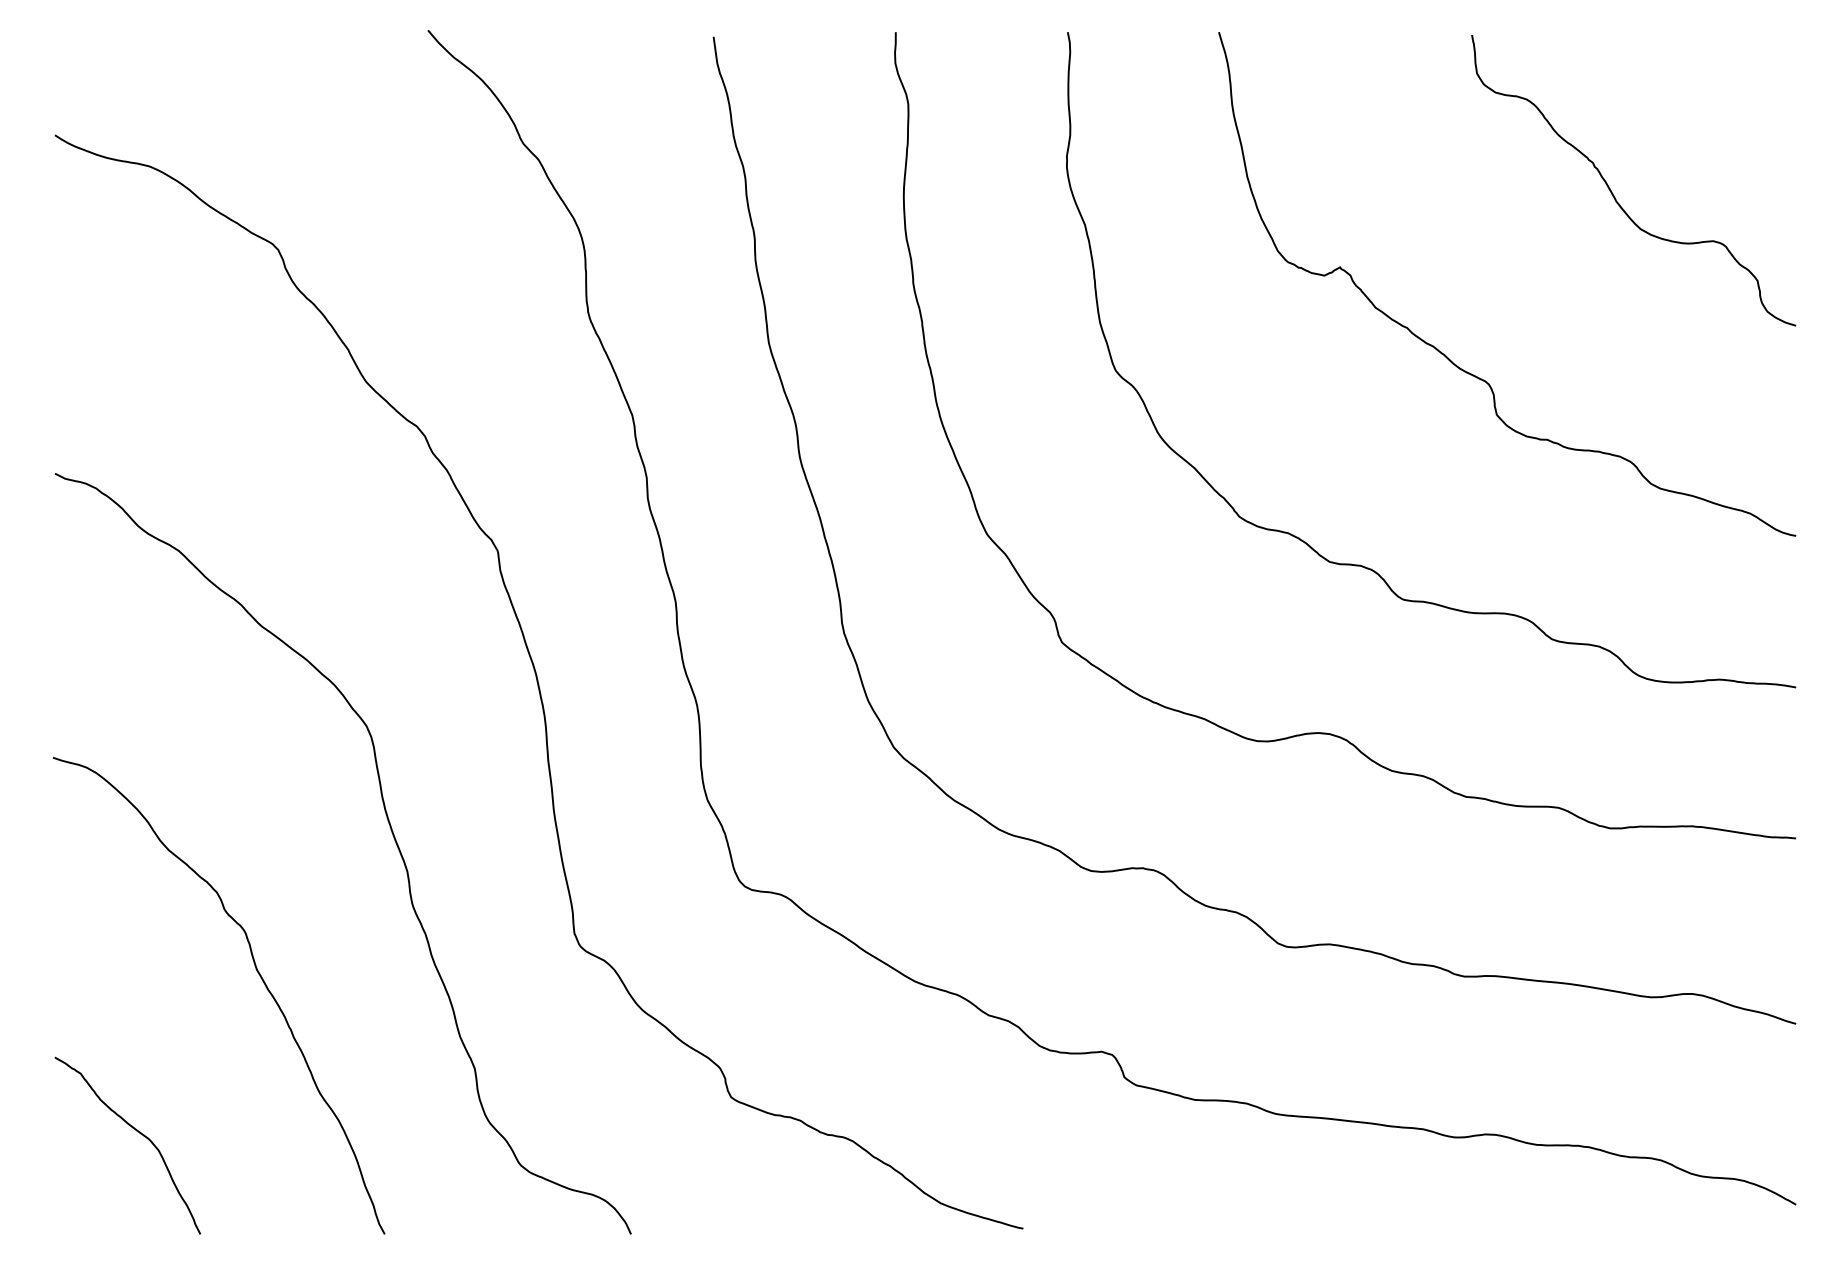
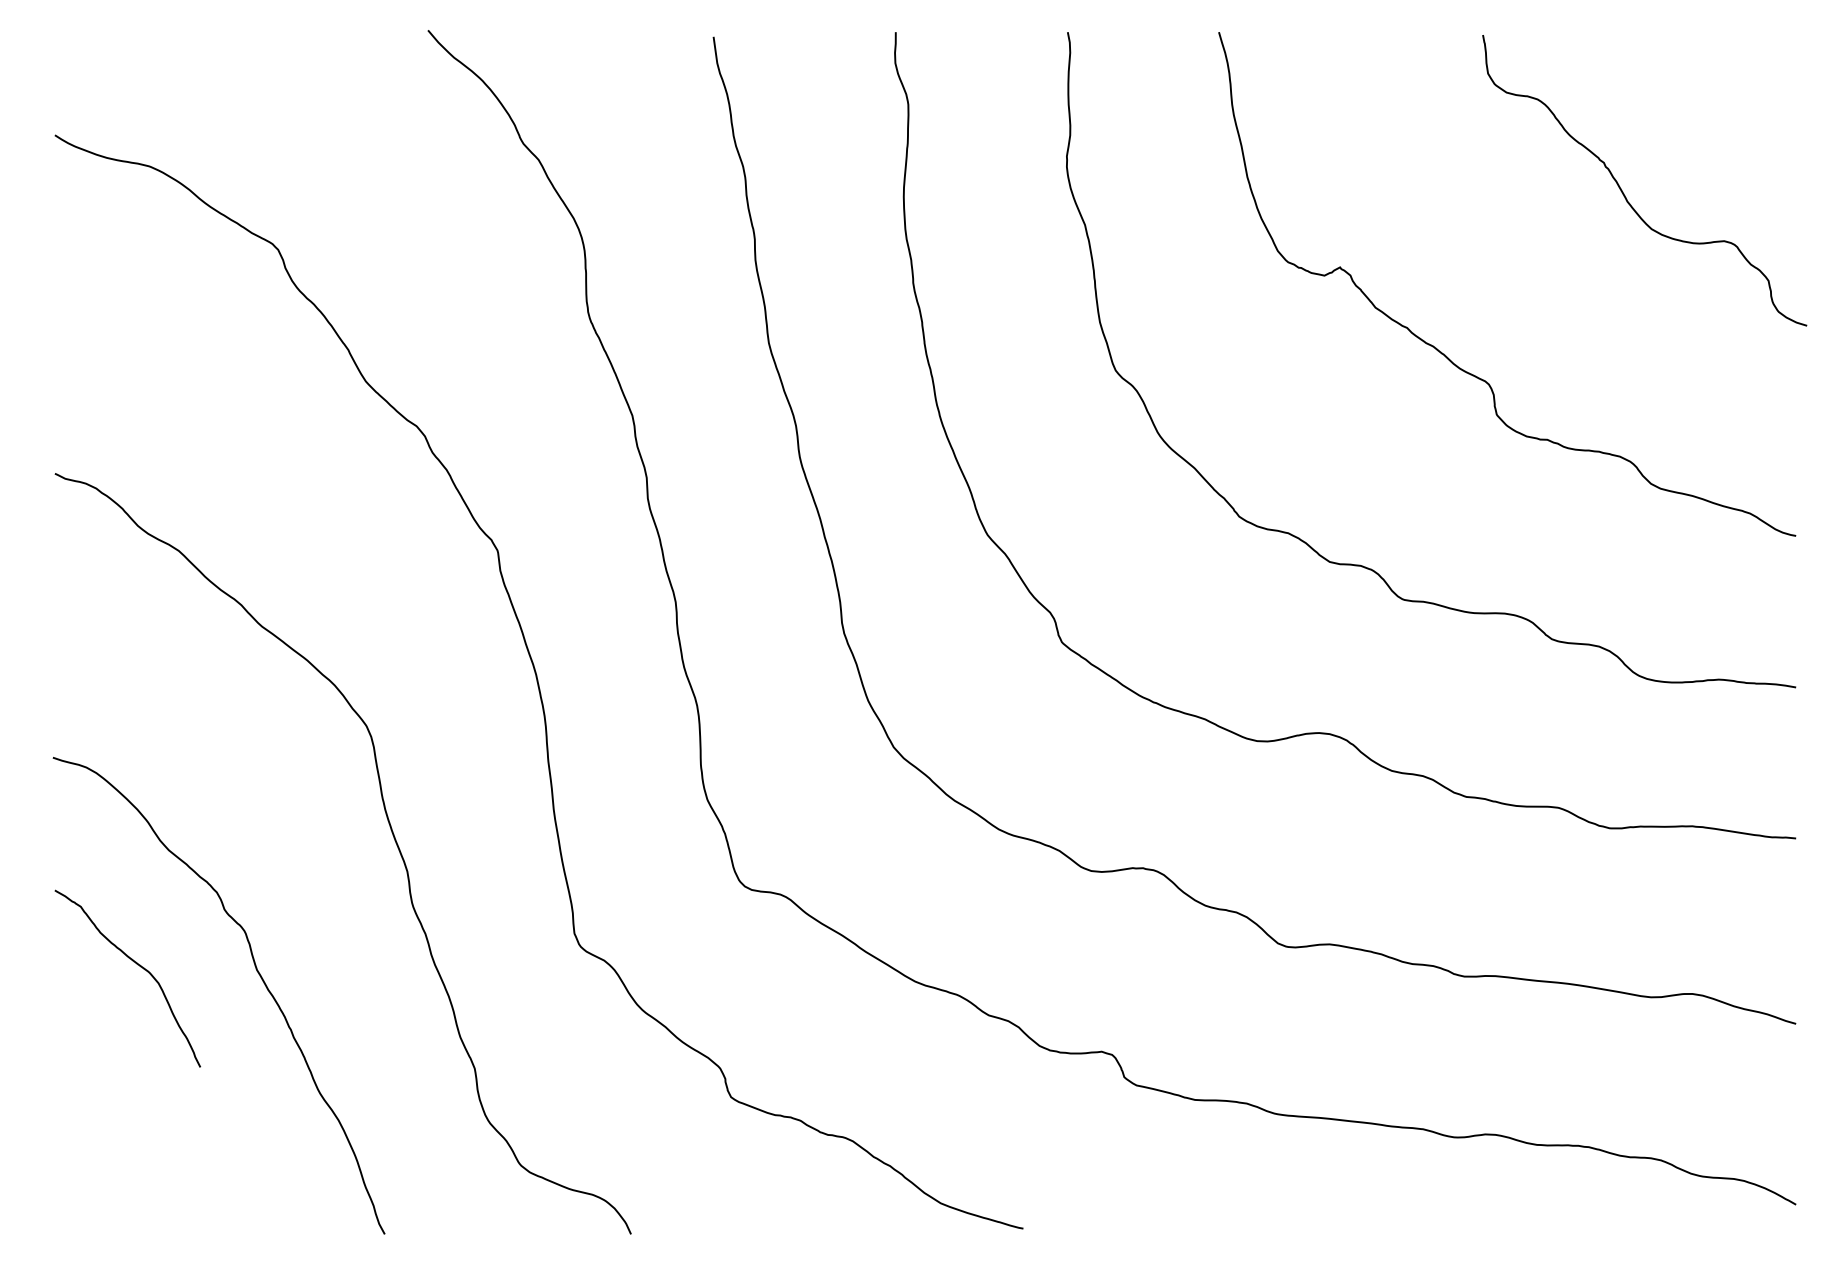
curve at (1613, 193) position: (1613, 193) -> (1624, 193)
curve at (136, 1131) position: (136, 1131) -> (136, 964)
